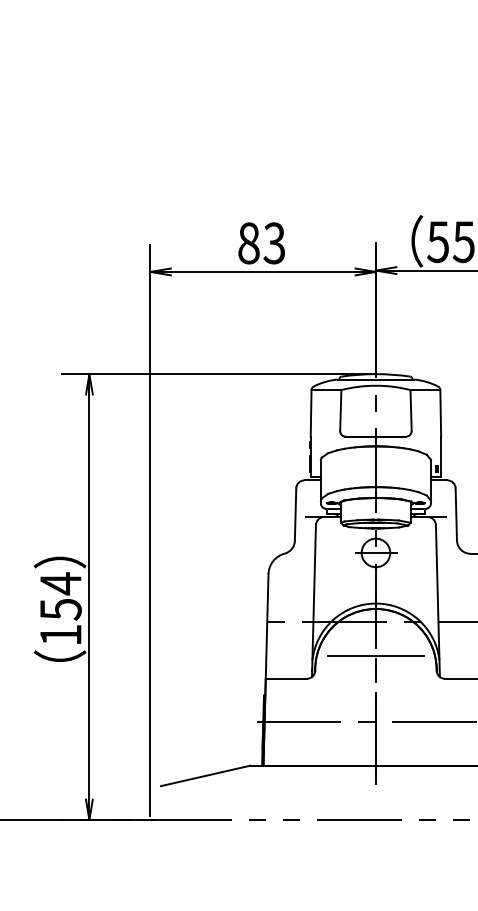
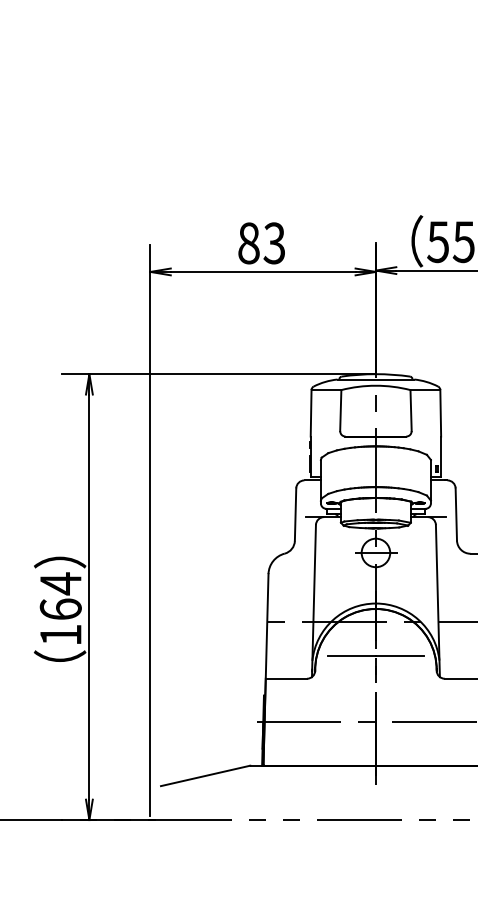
text at (60, 609): 154 -> 164
